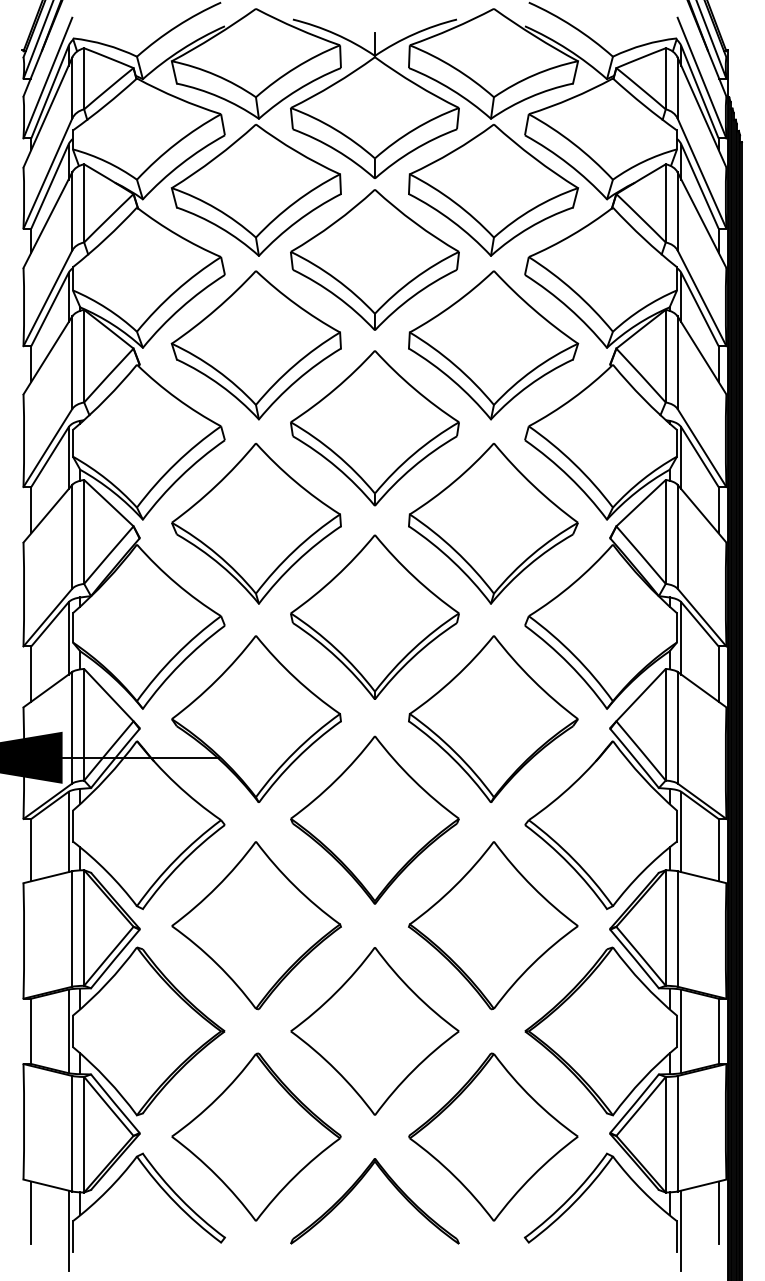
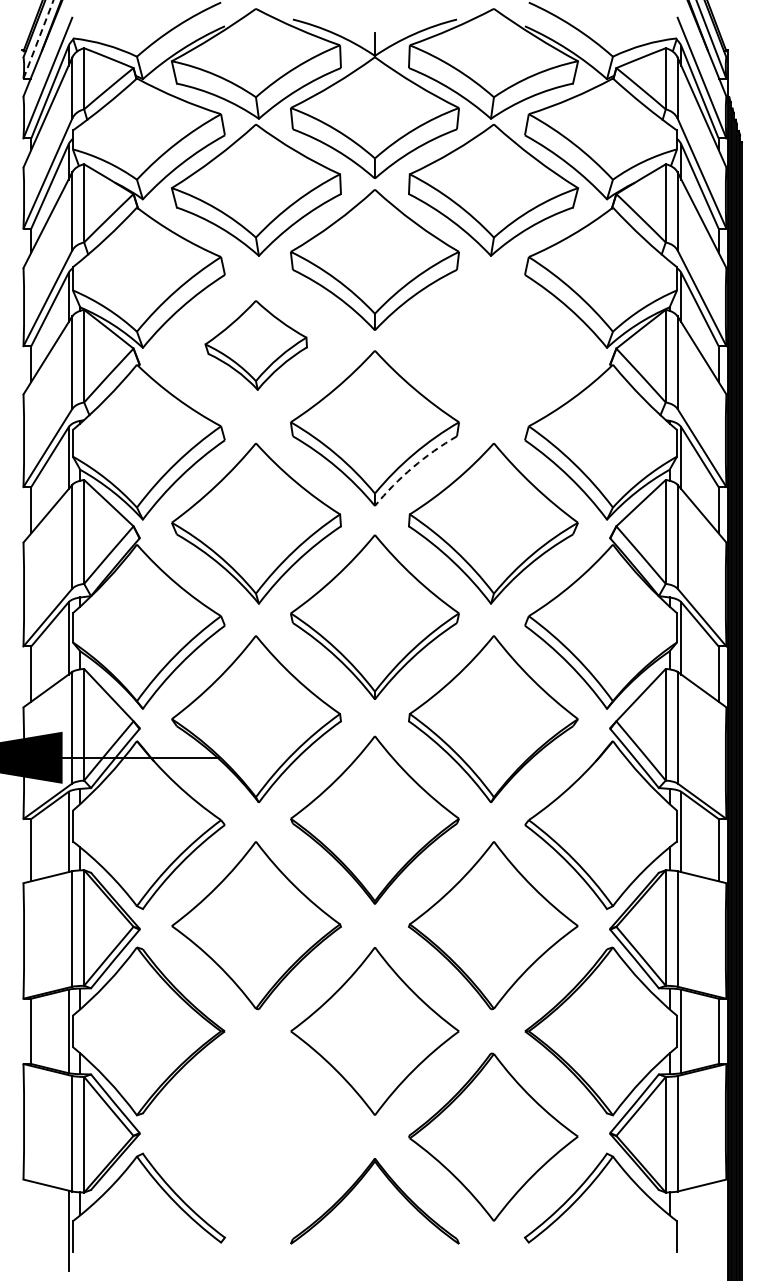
line at (38, 39): solid -> dashed
part at (255, 345) size: 172x151 px -> 104x91 px
part at (493, 345): present -> none
arc at (412, 467): solid -> dashed
part at (256, 1136): present -> none
line at (31, 1212): present -> none
line at (718, 1212): present -> none
line at (681, 1230): present -> none
